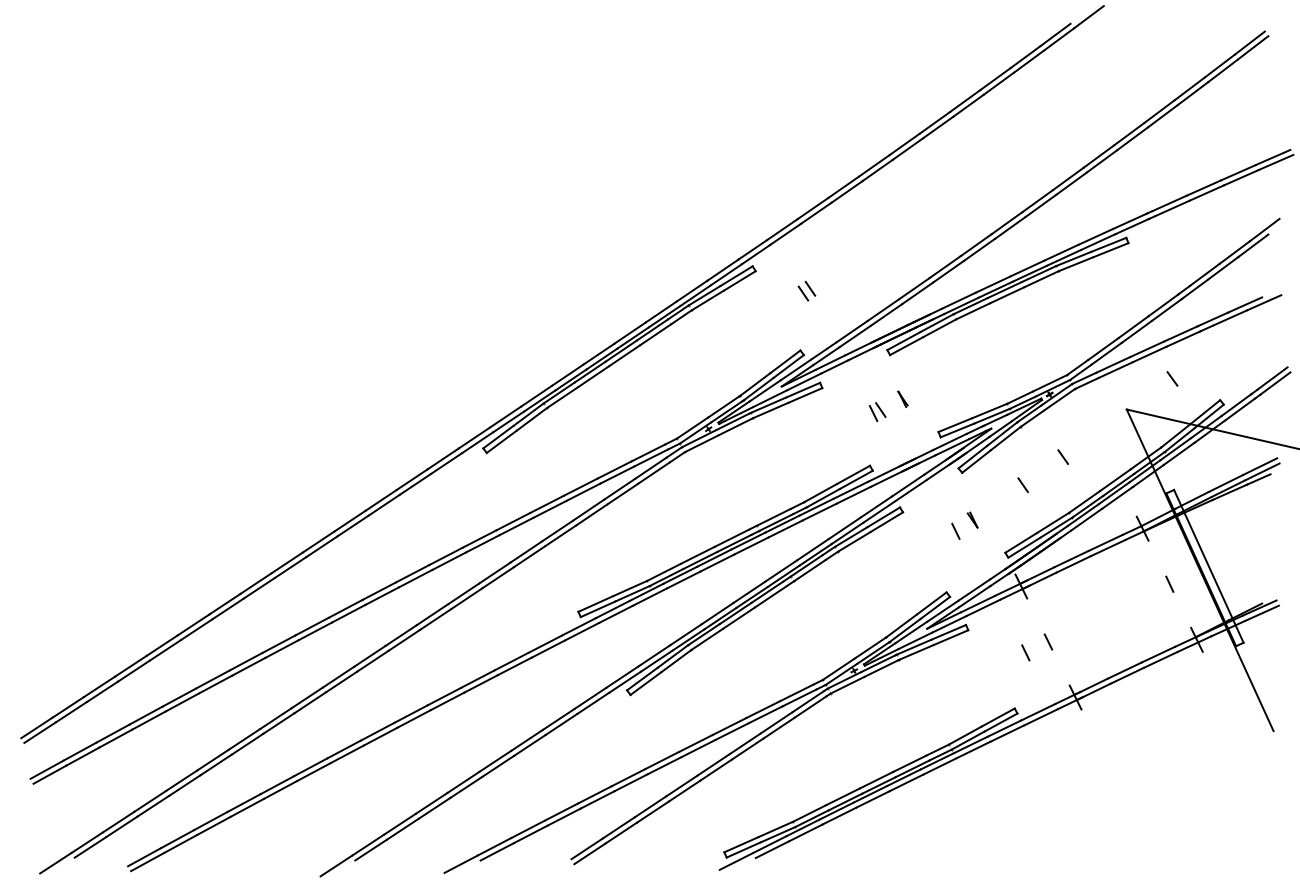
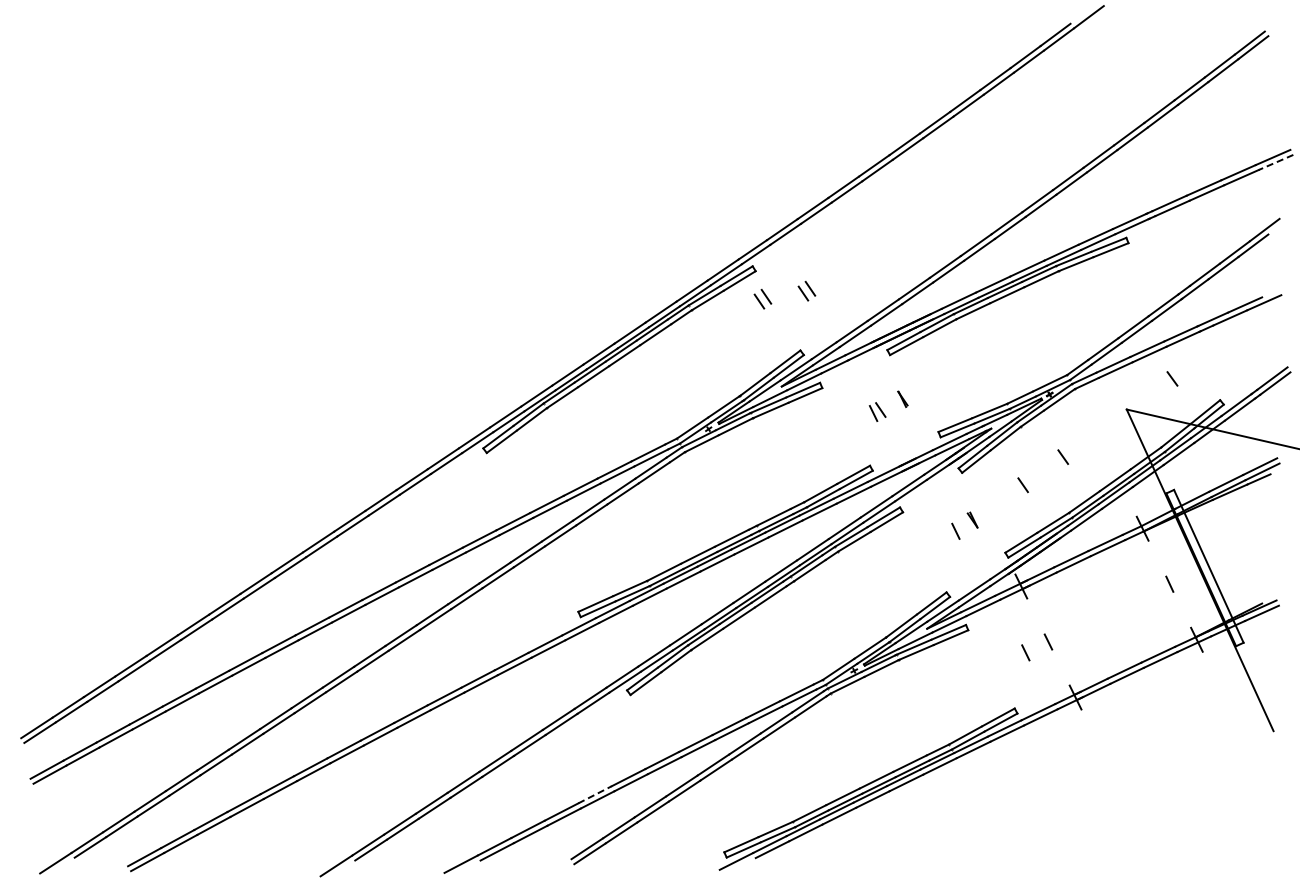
line at (1276, 162): solid -> dashed
part at (762, 299): none -> present
line at (595, 794): solid -> dashed
